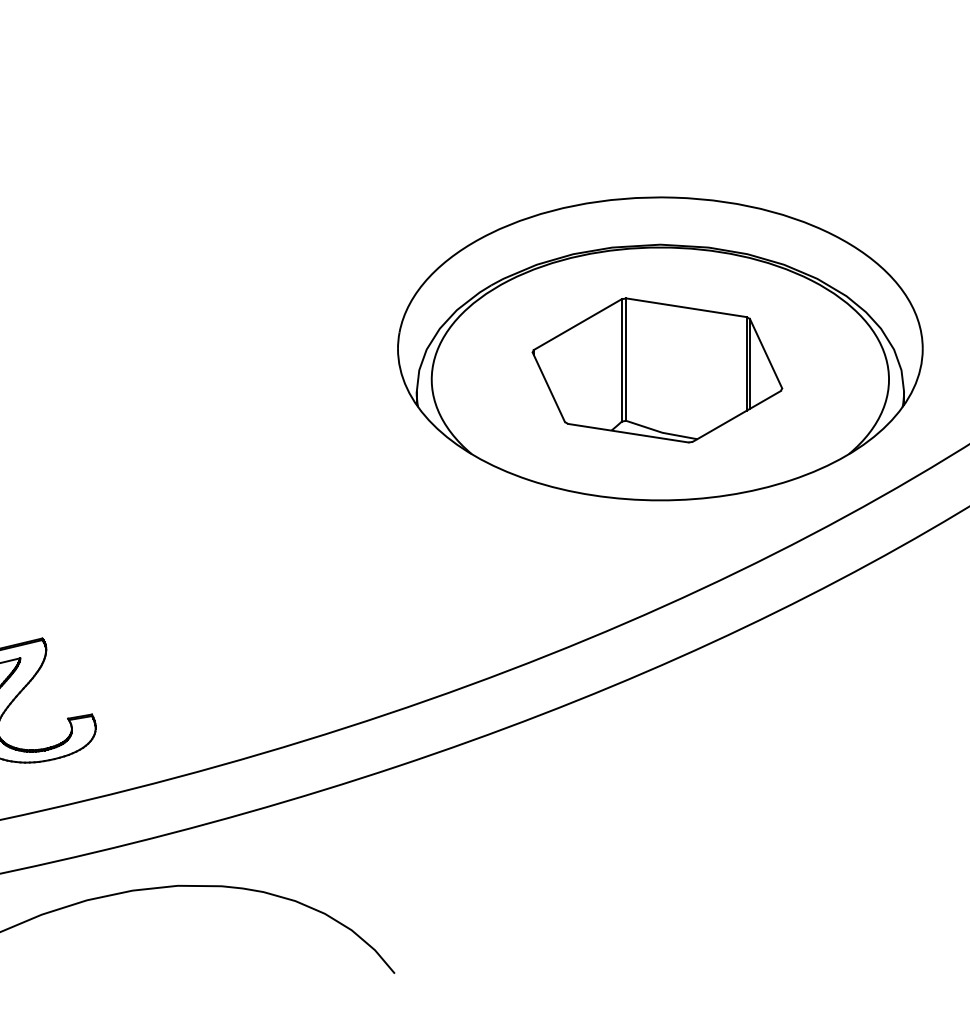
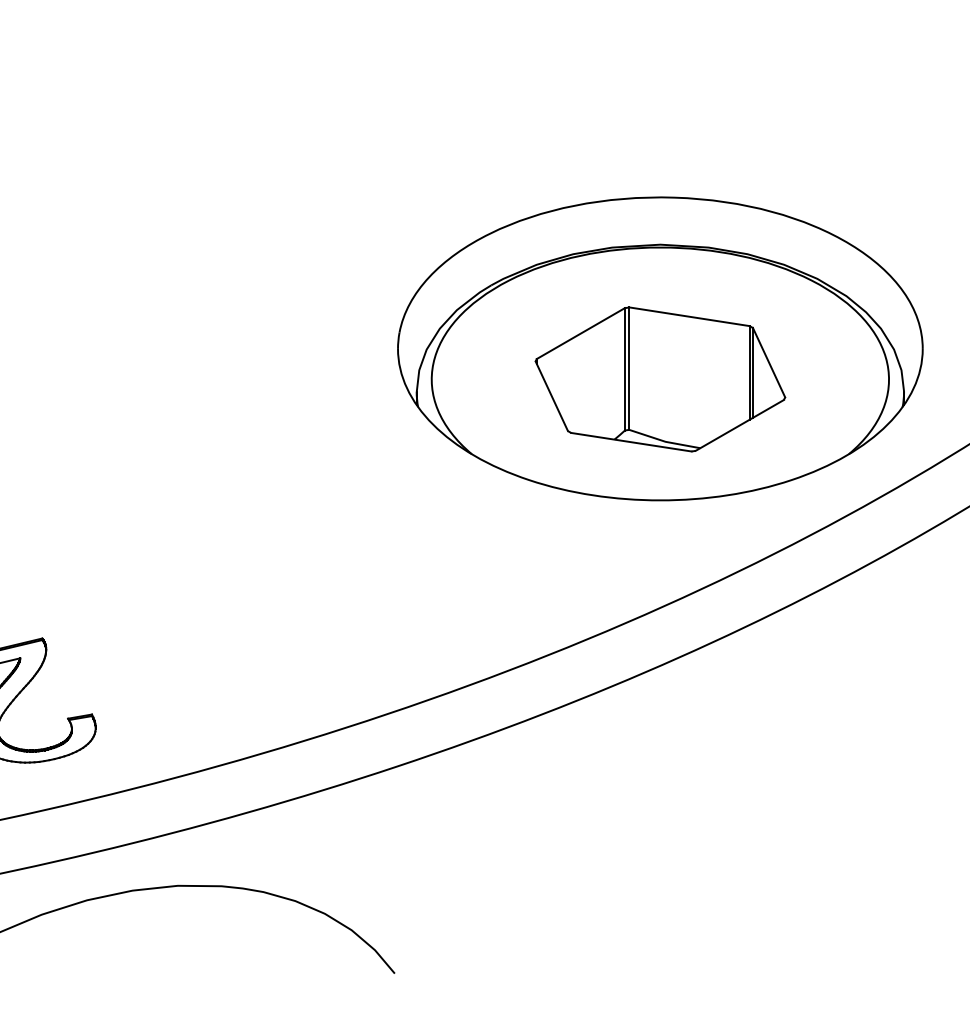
part at (657, 370) position: (657, 370) -> (660, 379)
